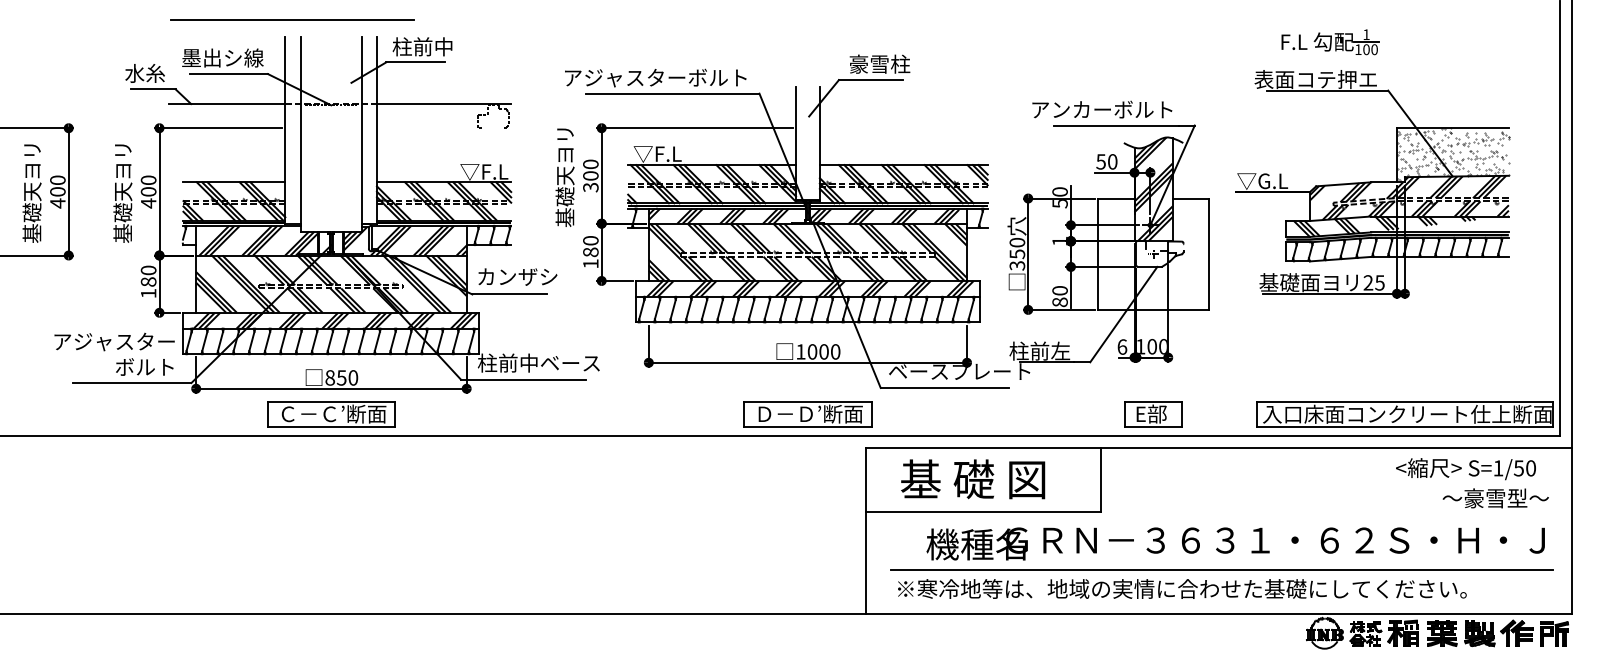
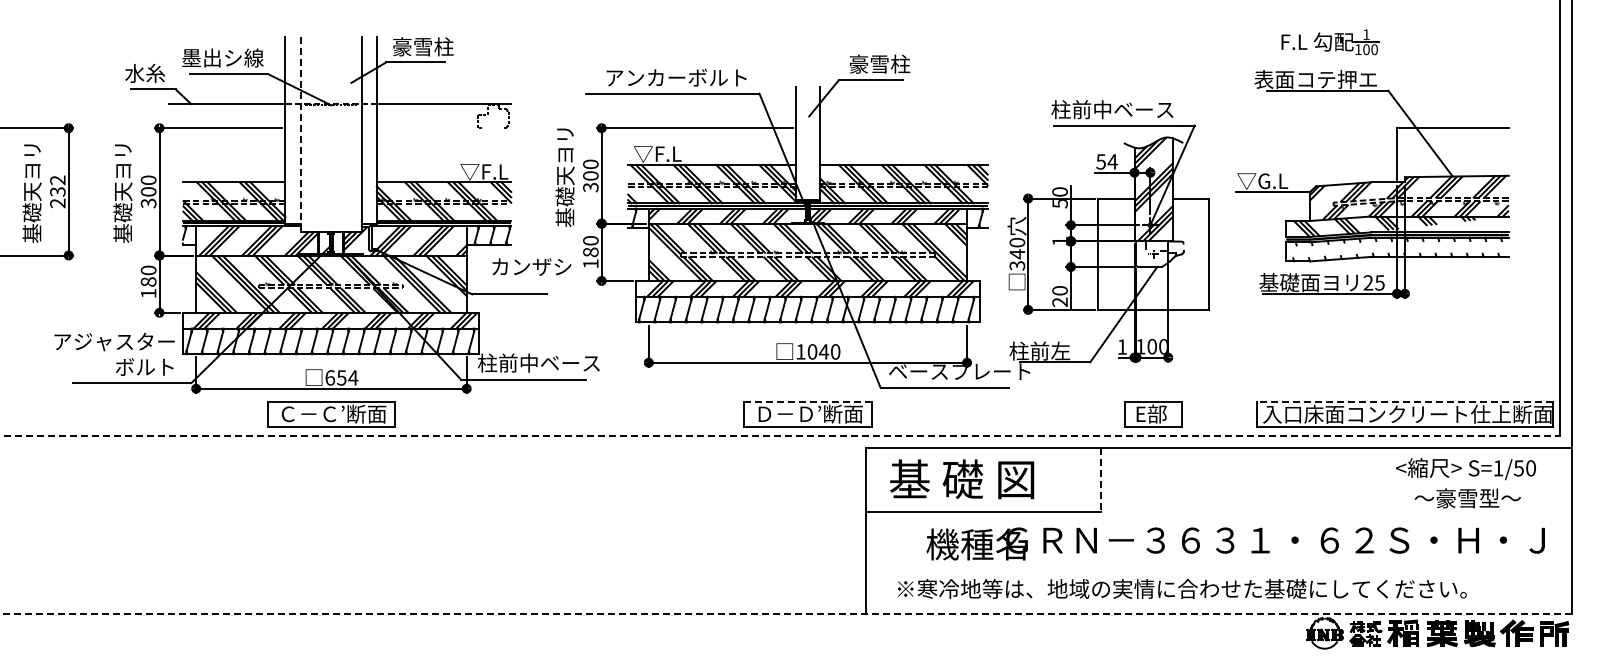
line at (292, 19): present -> none
text at (422, 46): 柱前中 -> 豪雪柱
text at (614, 77): アジャスターボルト -> アンカーボルト
text at (1102, 109): アンカーボルト -> 柱前中ベース
line at (300, 134): solid -> dashed
hatch at (1452, 154): present -> none
text at (1112, 161): 50 -> 54
text at (57, 191): 400 -> 232
text at (148, 203): 400 -> 300
hatch at (1397, 249): present -> none
text at (1017, 254): 350 -> 340
text at (517, 276) position: (517, 276) -> (531, 266)
text at (1059, 302): 80 -> 20
text at (1122, 346): 6 -> 1
text at (823, 351): 1000 -> 1040
text at (341, 377): 850 -> 654
line at (807, 401): solid -> dashed
line at (1404, 401): solid -> dashed
line at (780, 435): solid -> dashed
text at (973, 479) position: (973, 479) -> (962, 479)
line at (1101, 480): solid -> dashed
text at (1495, 498) position: (1495, 498) -> (1467, 498)
line at (1221, 569): present -> none
line at (786, 613): solid -> dashed
